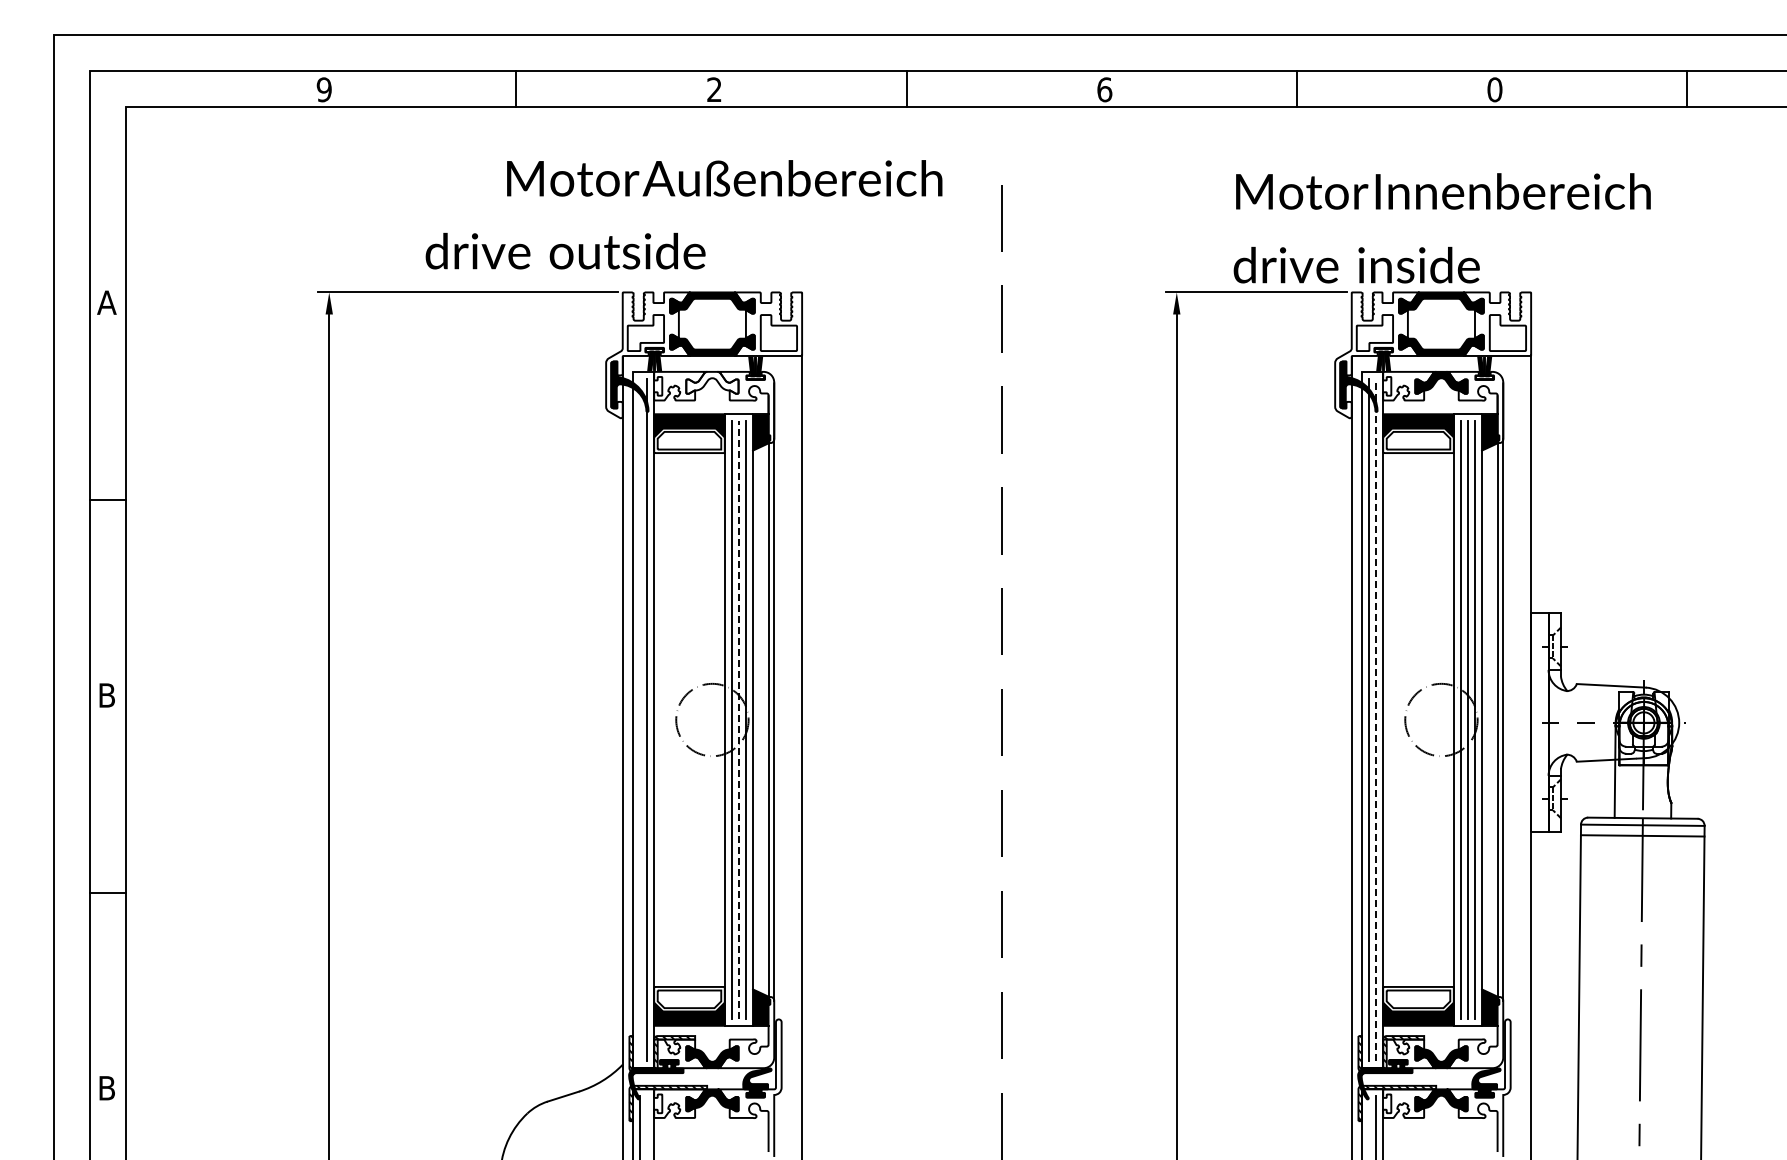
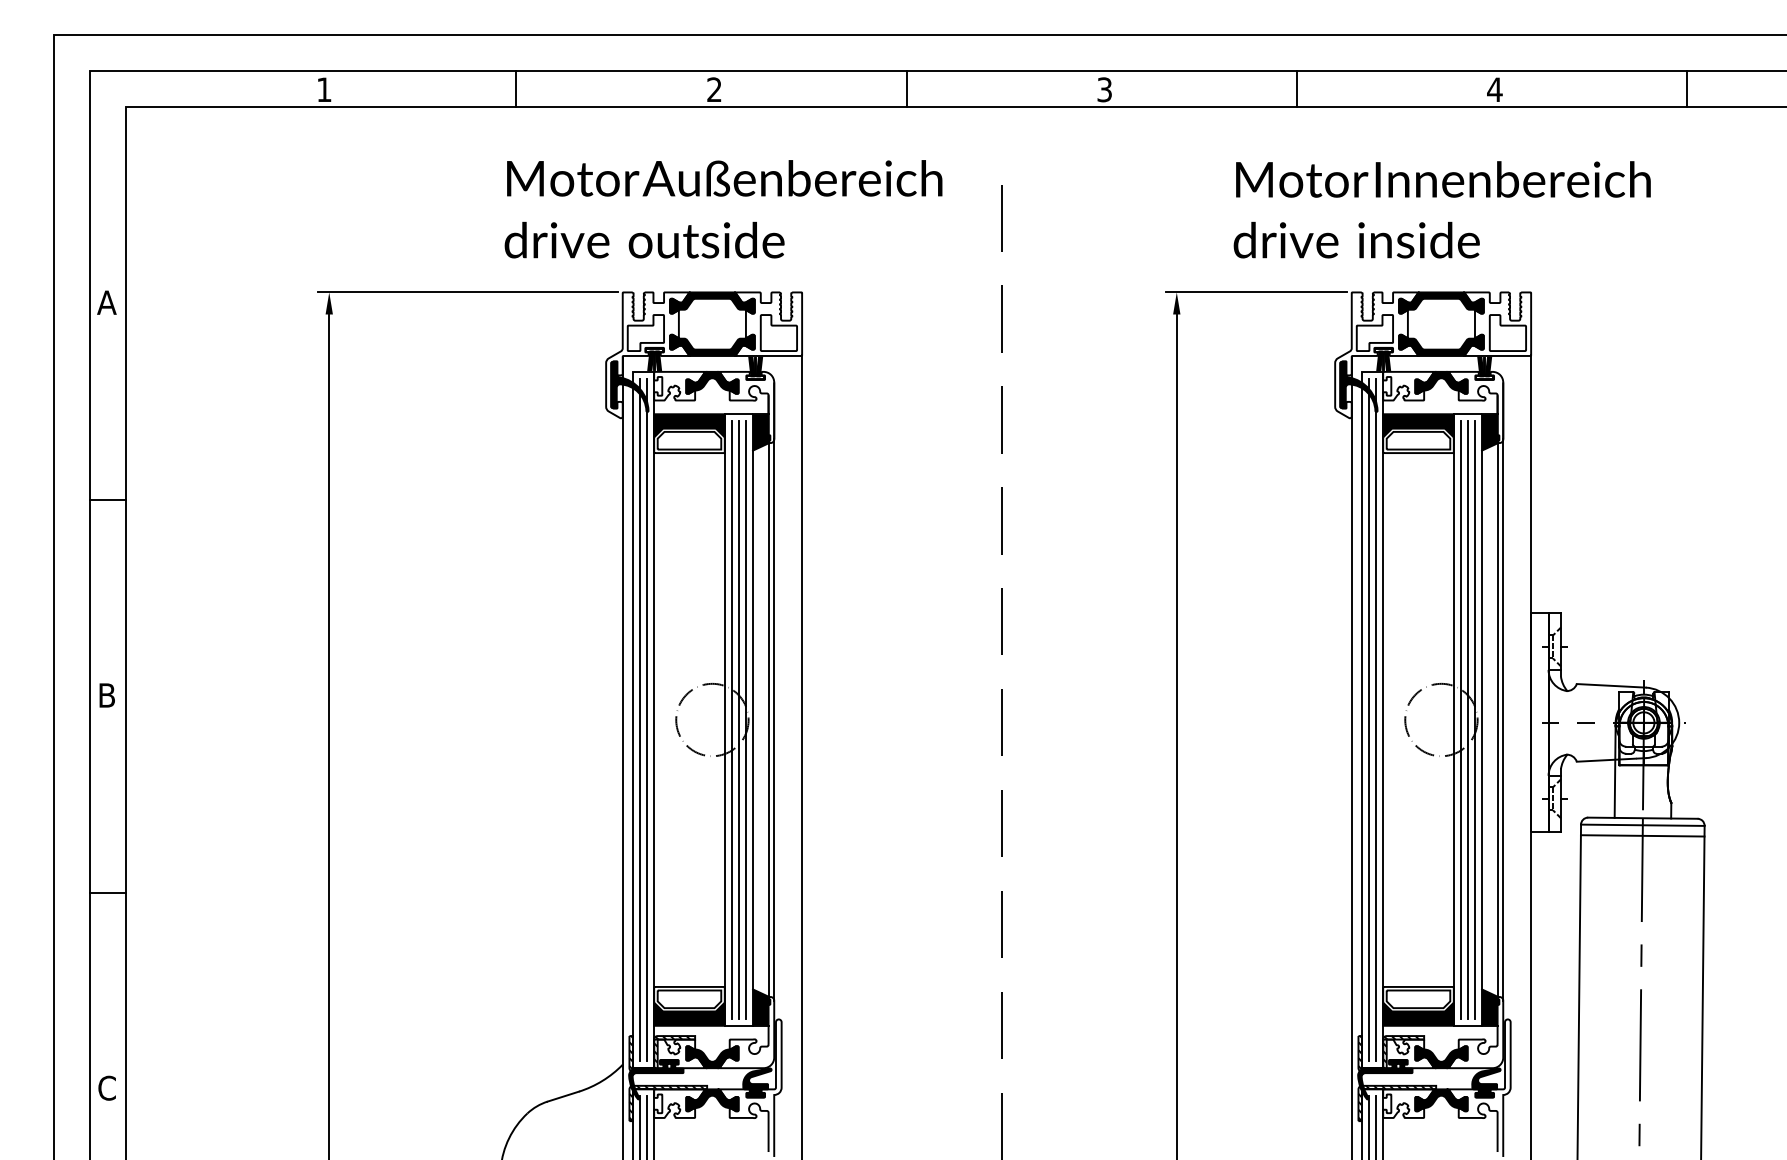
text at (323, 89): 9 -> 1
text at (1104, 89): 6 -> 3
text at (1494, 89): 0 -> 4
text at (1443, 191) position: (1443, 191) -> (1443, 179)
text at (565, 250) position: (565, 250) -> (644, 239)
text at (1356, 264) position: (1356, 264) -> (1356, 239)
fill at (712, 382): none -> present
line at (640, 719): none -> present
line at (1376, 719): dashed -> solid
line at (738, 720): dashed -> solid
text at (106, 1087): B -> C
line at (647, 1126): none -> present
line at (1369, 1126): none -> present
